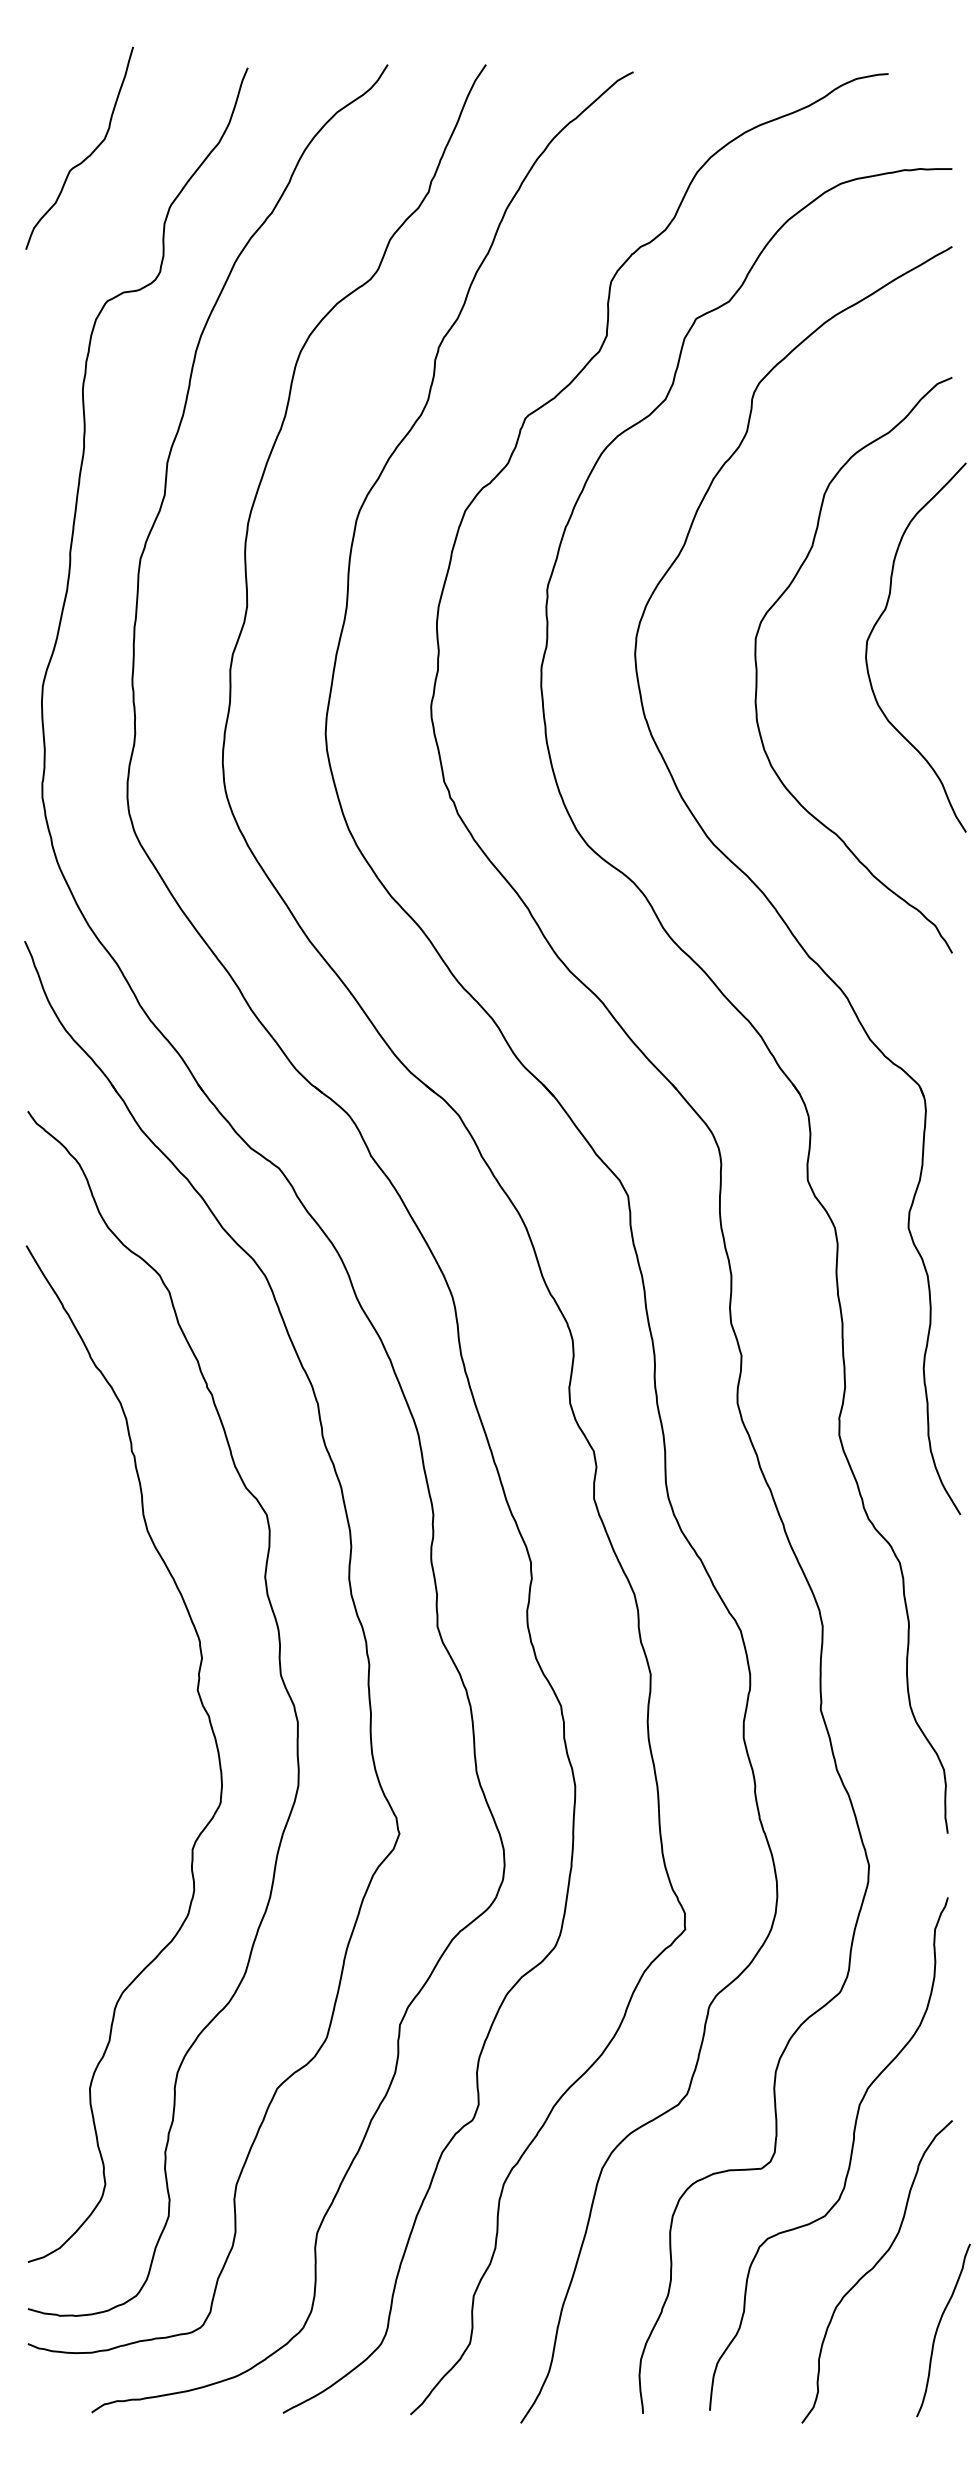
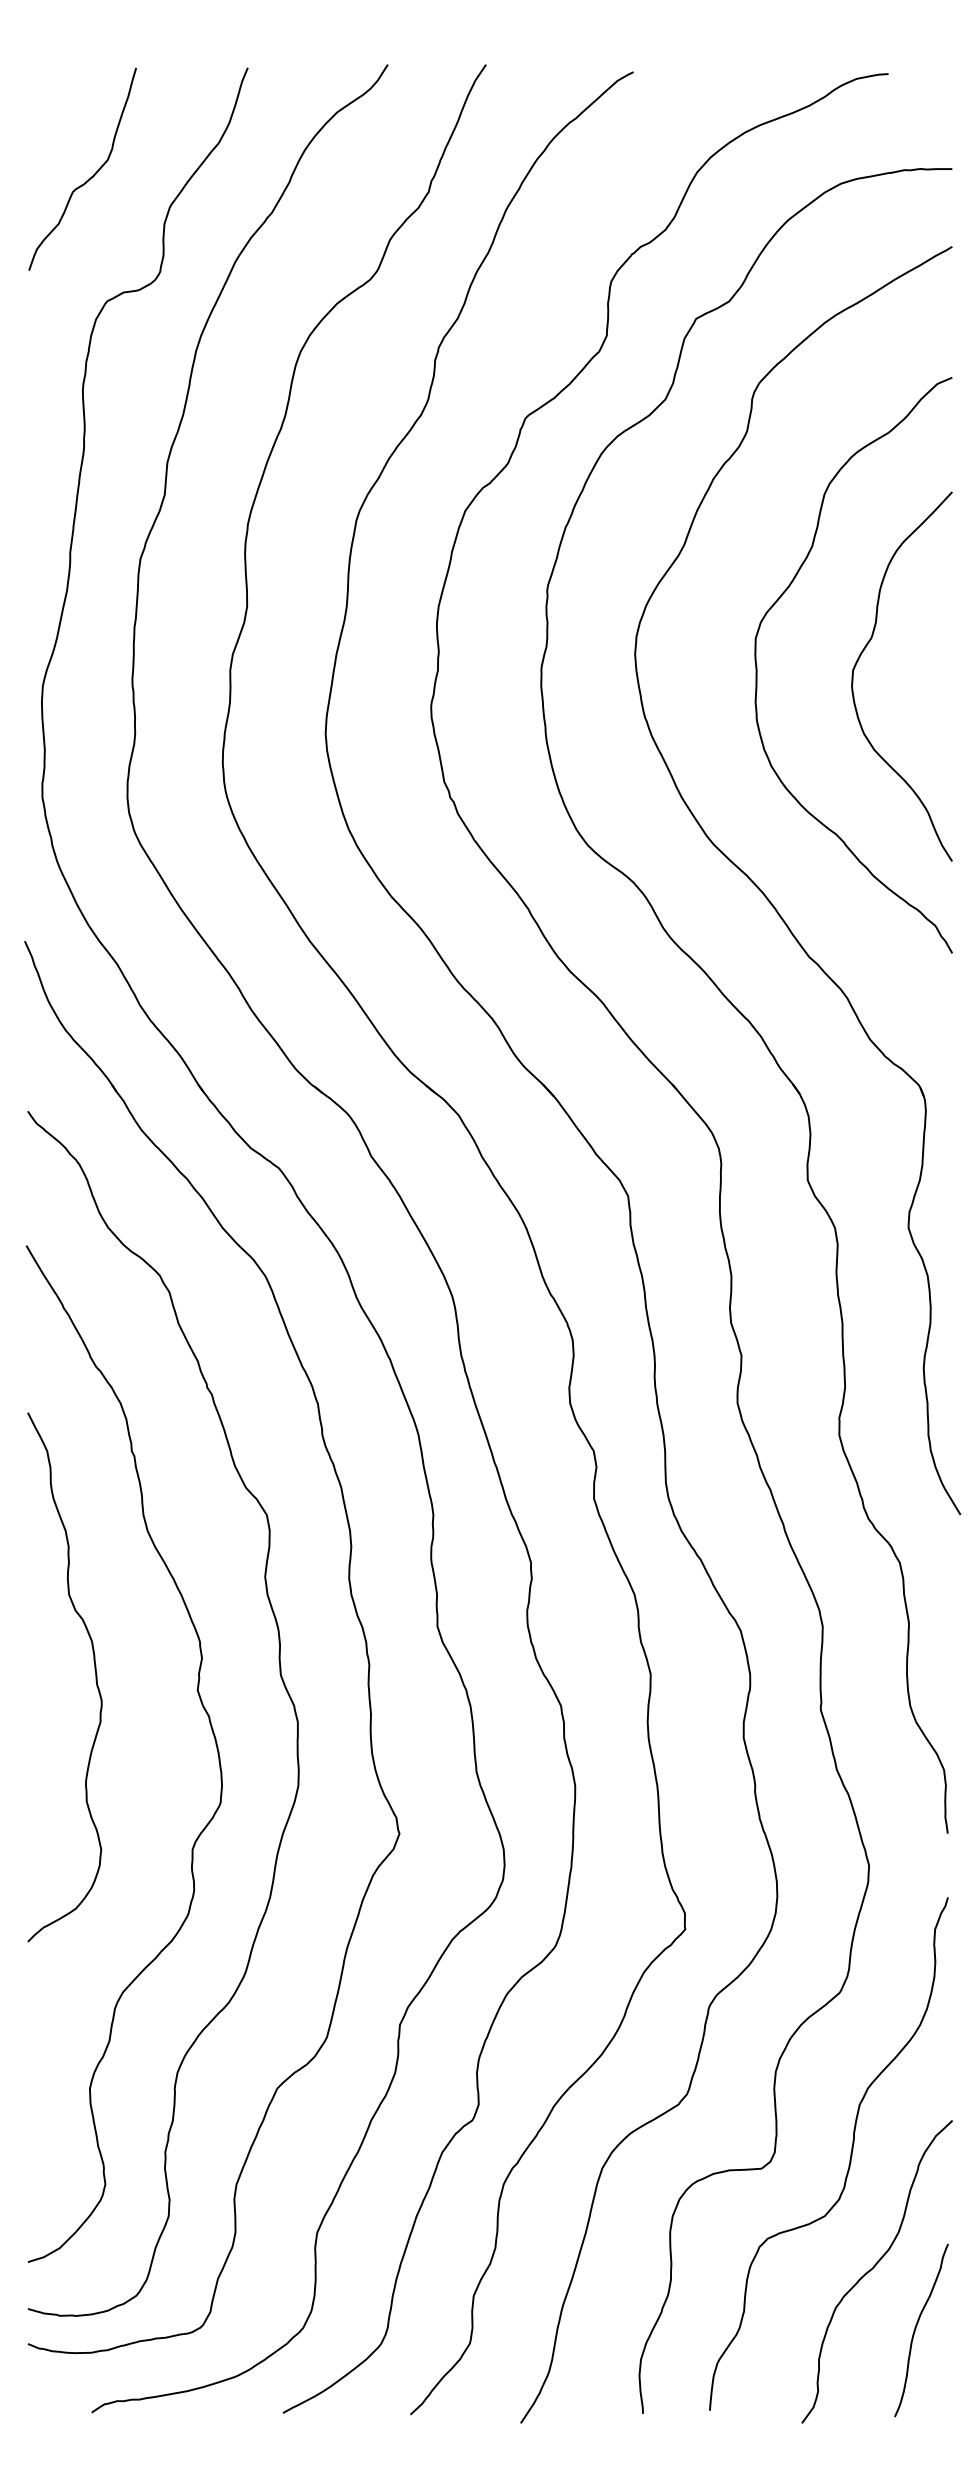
curve at (88, 155) position: (88, 155) -> (91, 176)
curve at (877, 623) position: (877, 623) -> (863, 652)
curve at (94, 1670): none -> present
curve at (938, 2328) position: (938, 2328) -> (916, 2328)
